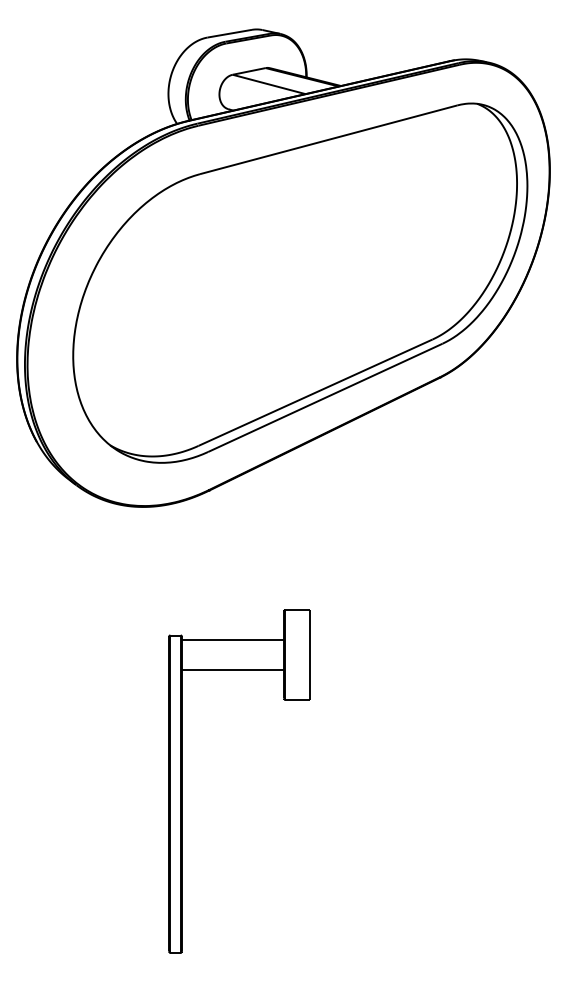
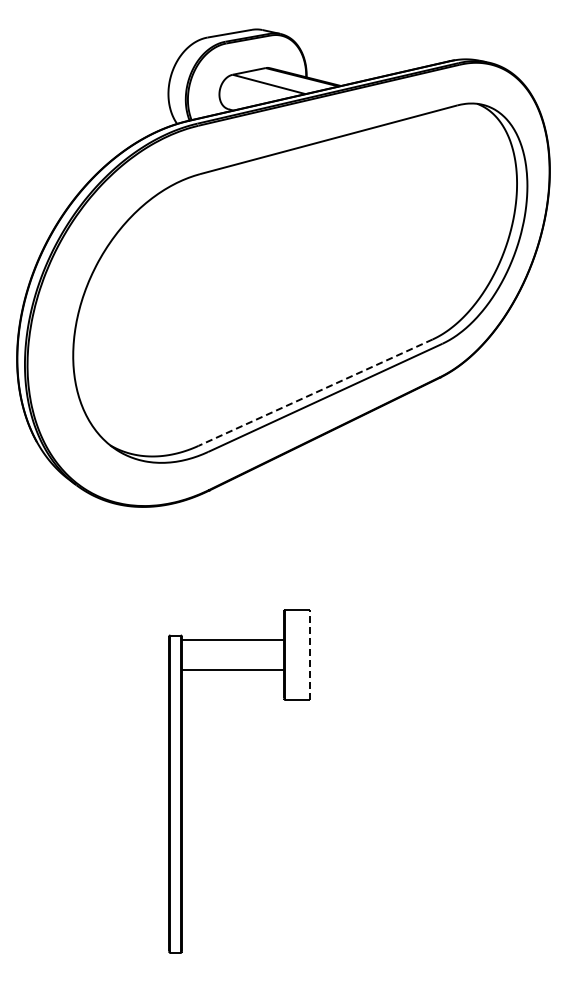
line at (315, 392): solid -> dashed
line at (309, 654): solid -> dashed
